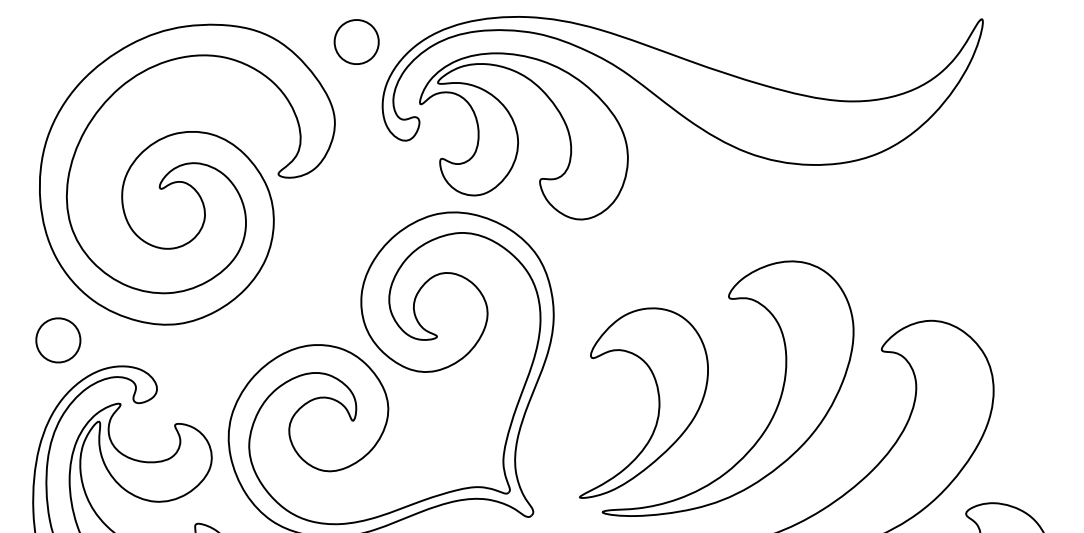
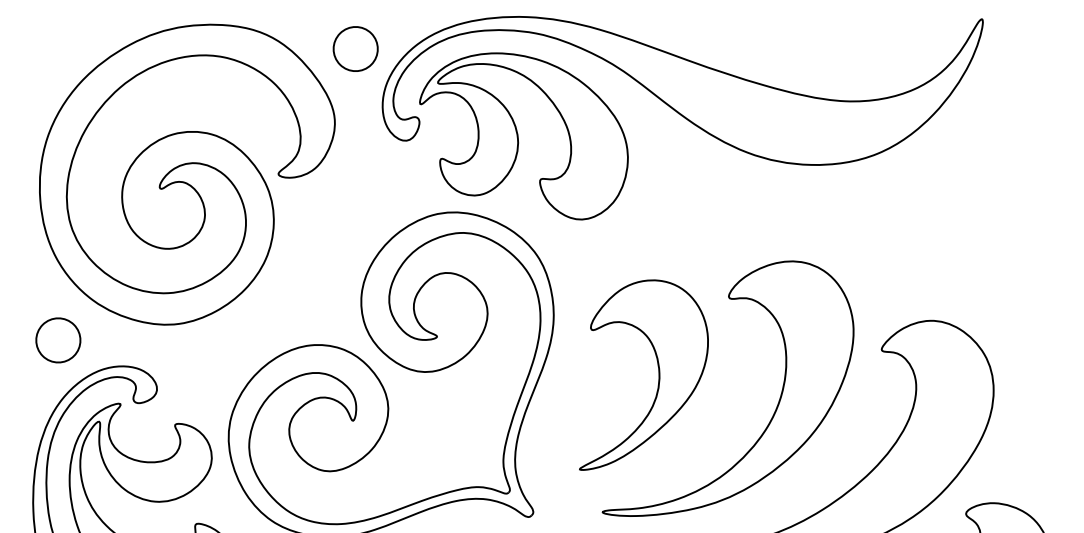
part at (356, 41) position: (356, 41) -> (355, 48)
part at (658, 402) position: (658, 402) -> (658, 374)
